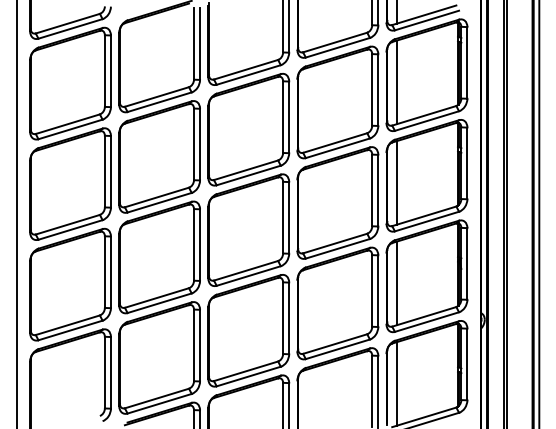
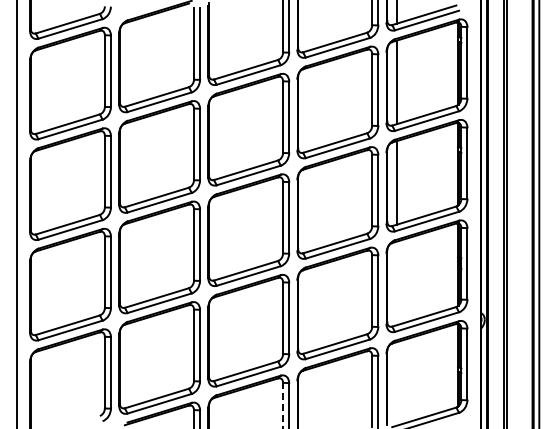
line at (396, 283): present -> none
line at (396, 383): present -> none
line at (283, 405): solid -> dashed
